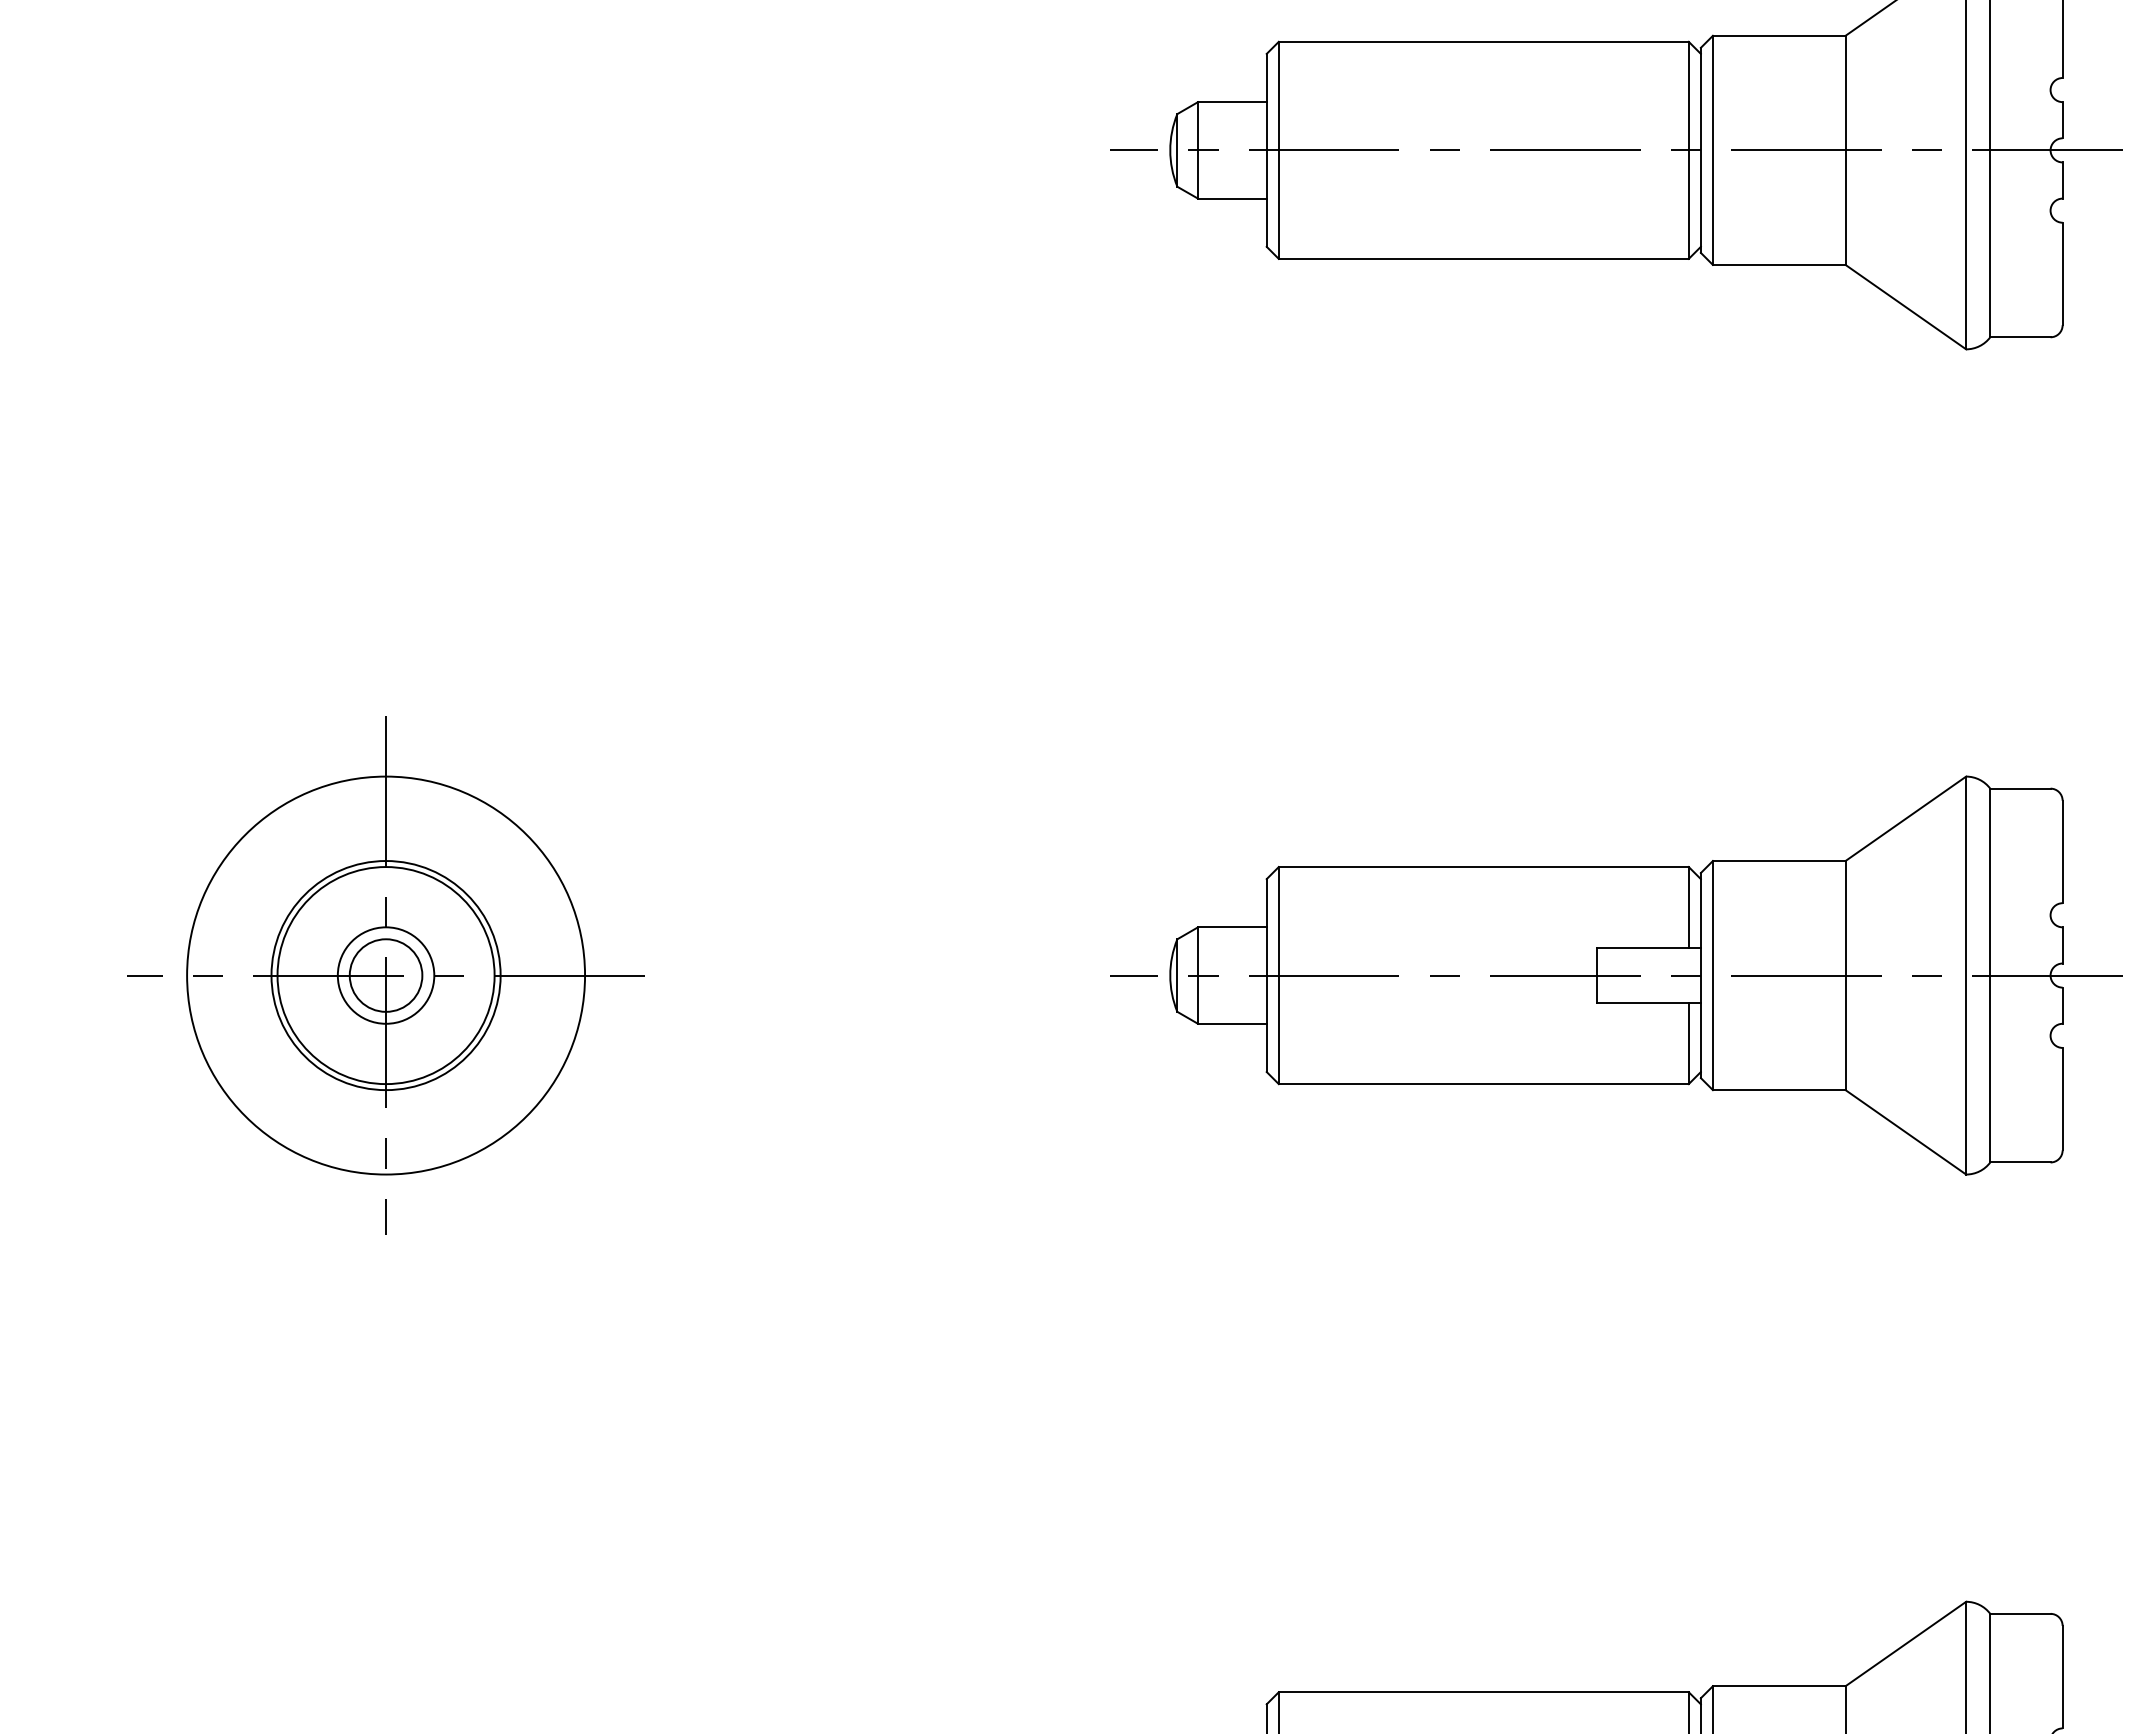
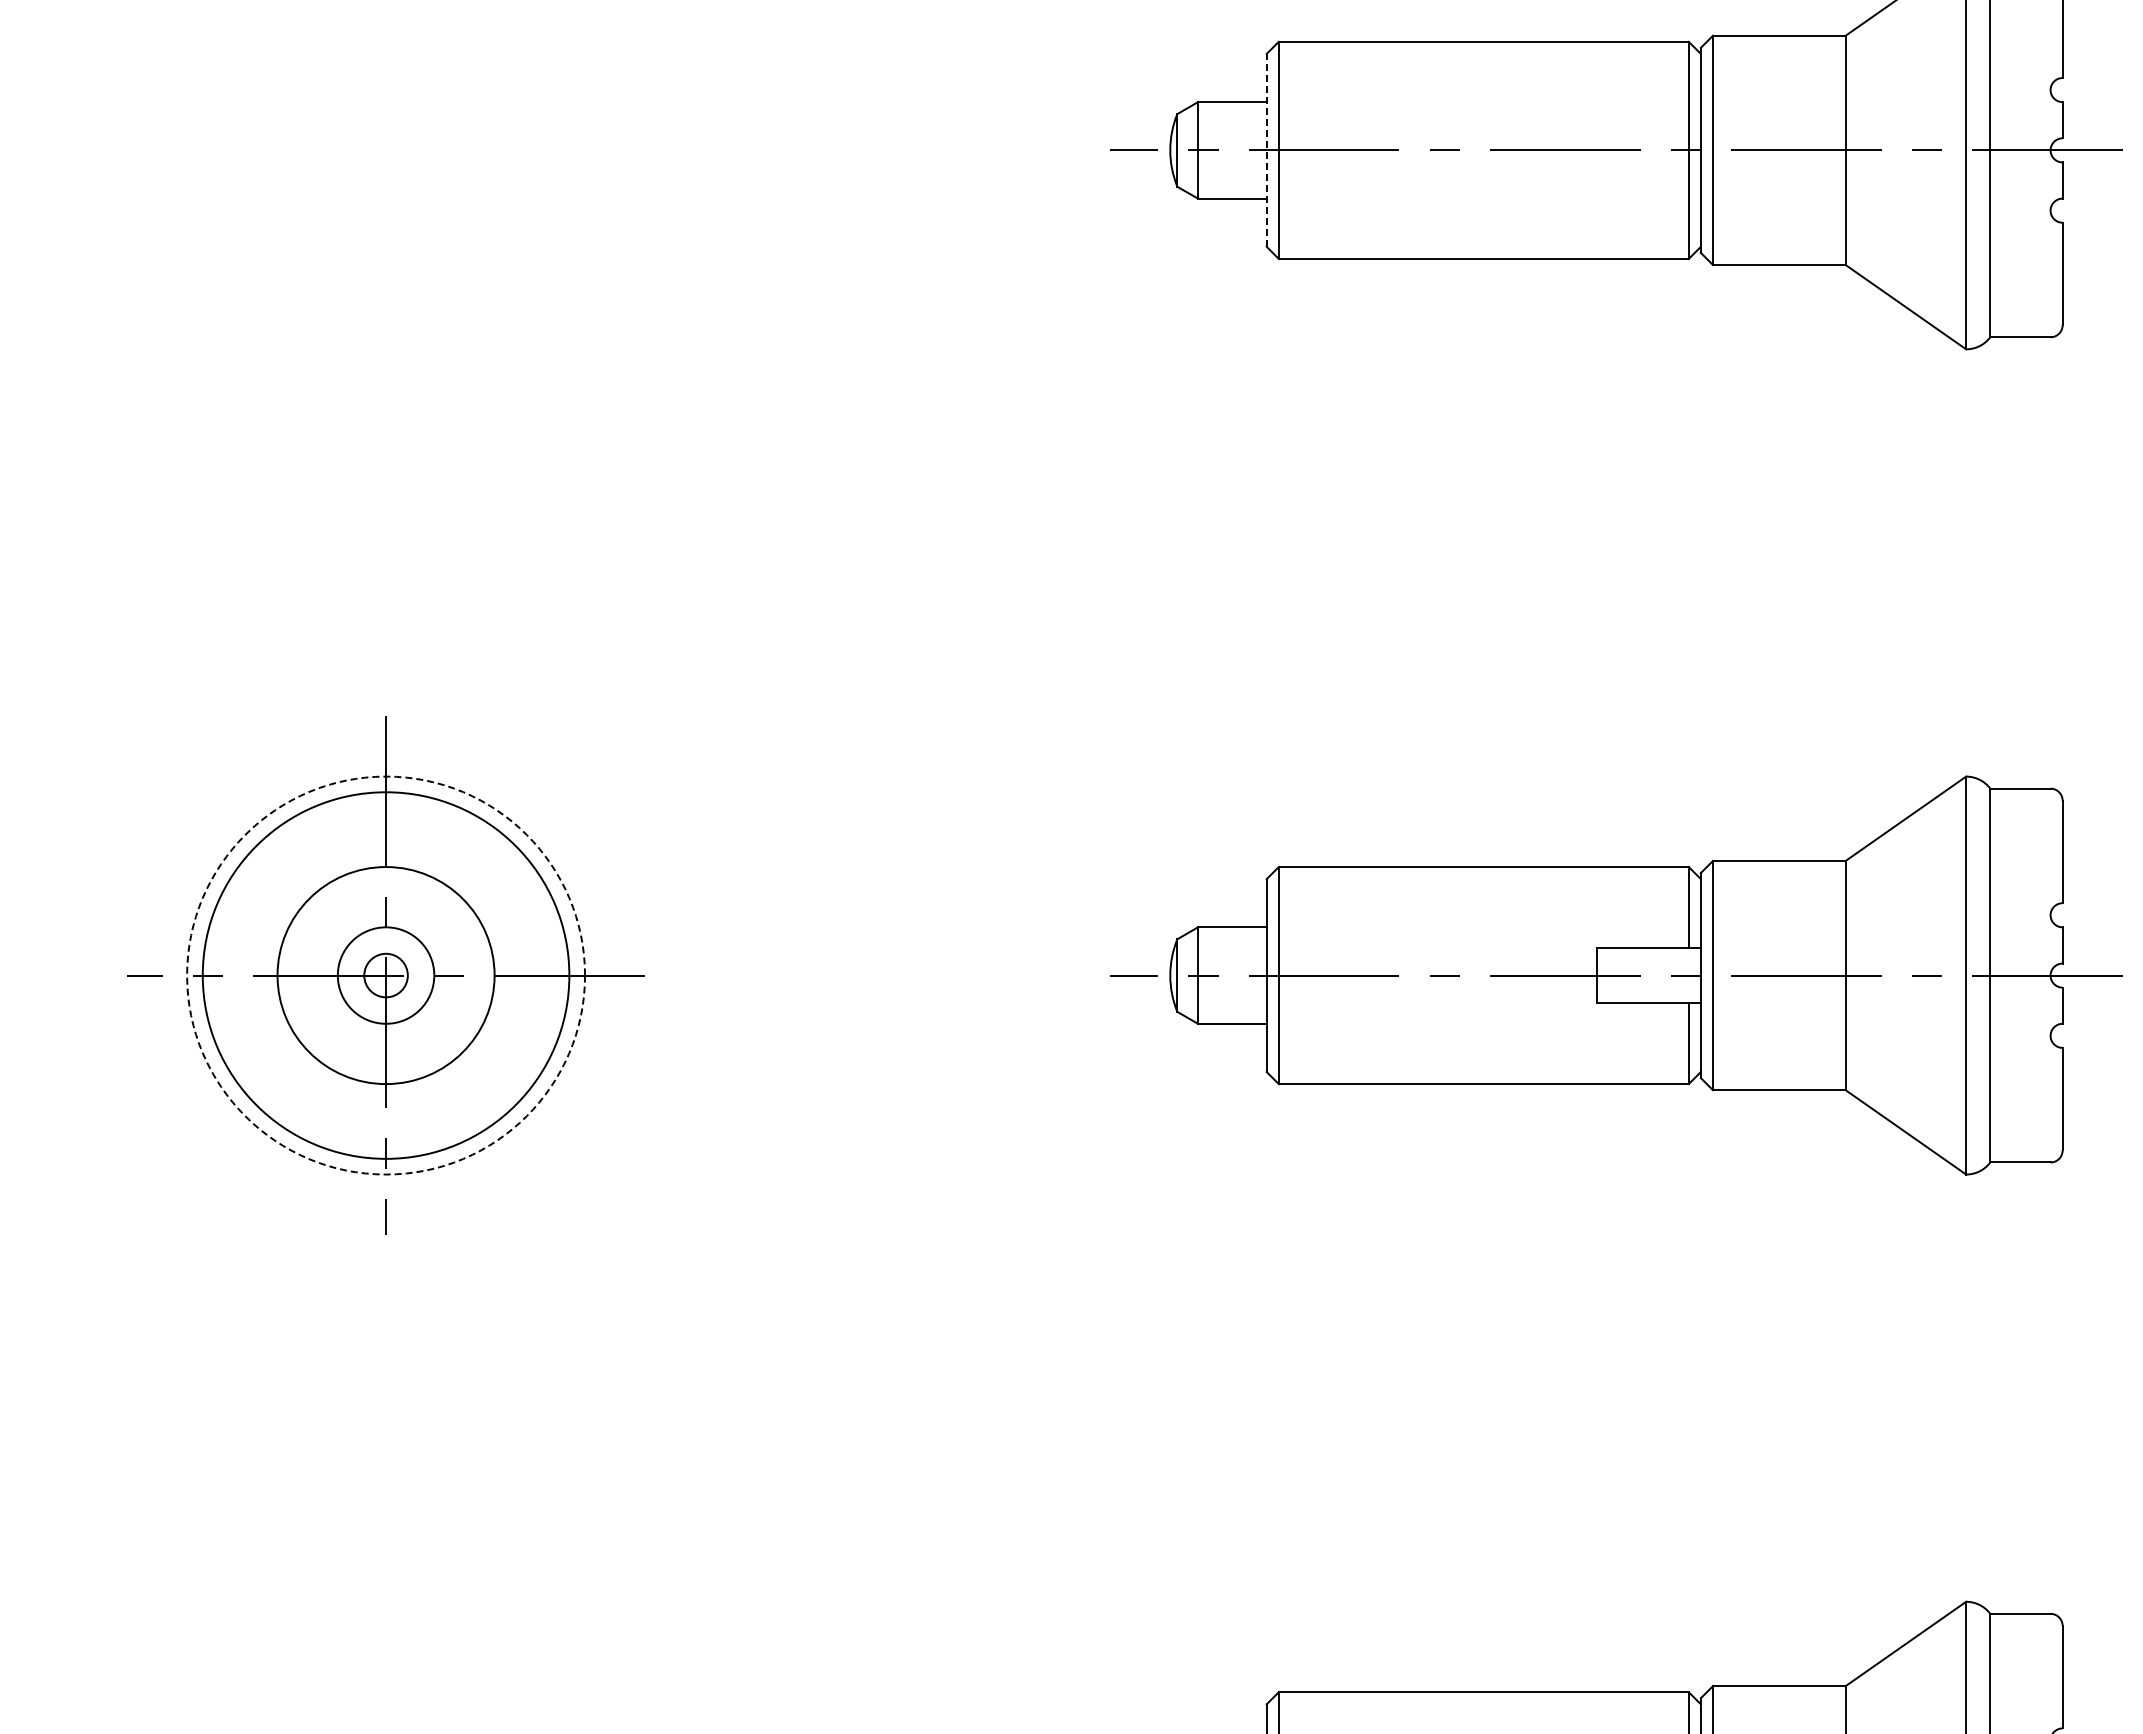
line at (1266, 149): solid -> dashed
circle at (385, 975) diameter: 229 px -> 367 px
circle at (385, 975) diameter: 73 px -> 44 px
circle at (386, 975): solid -> dashed
